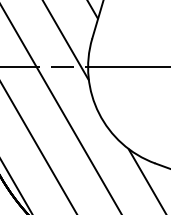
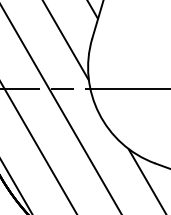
line at (84, 67) position: (84, 67) -> (84, 89)
